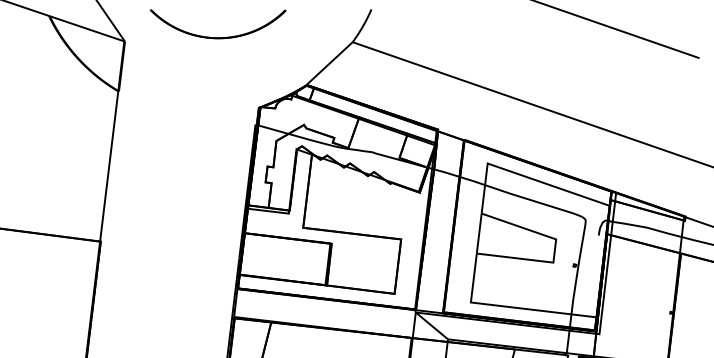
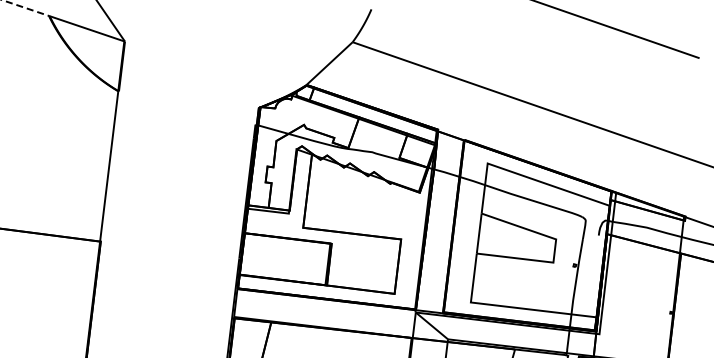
line at (26, 8): solid -> dashed
part at (217, 37): present -> none
